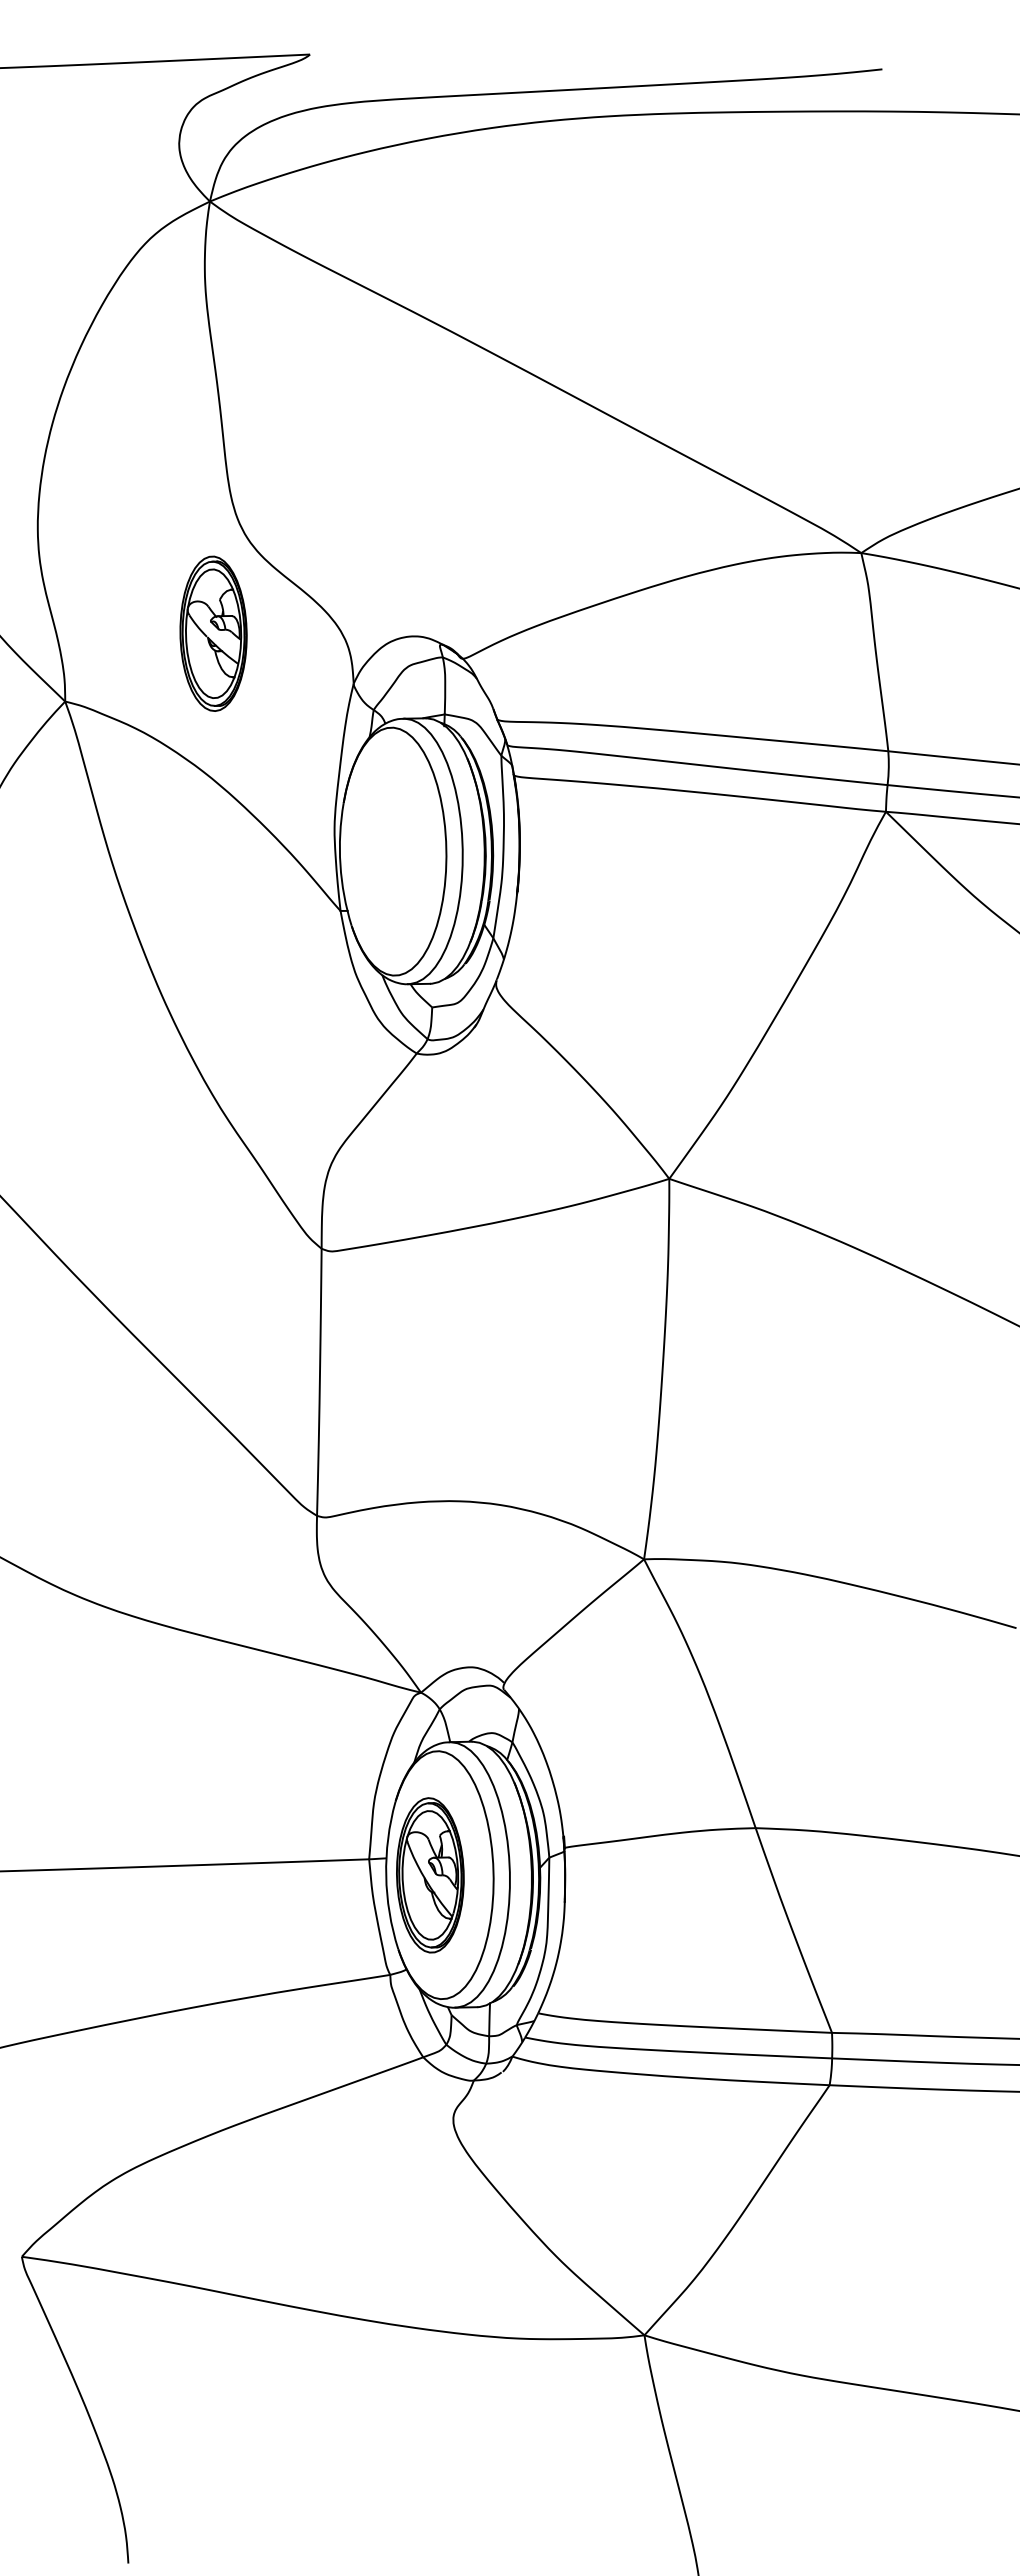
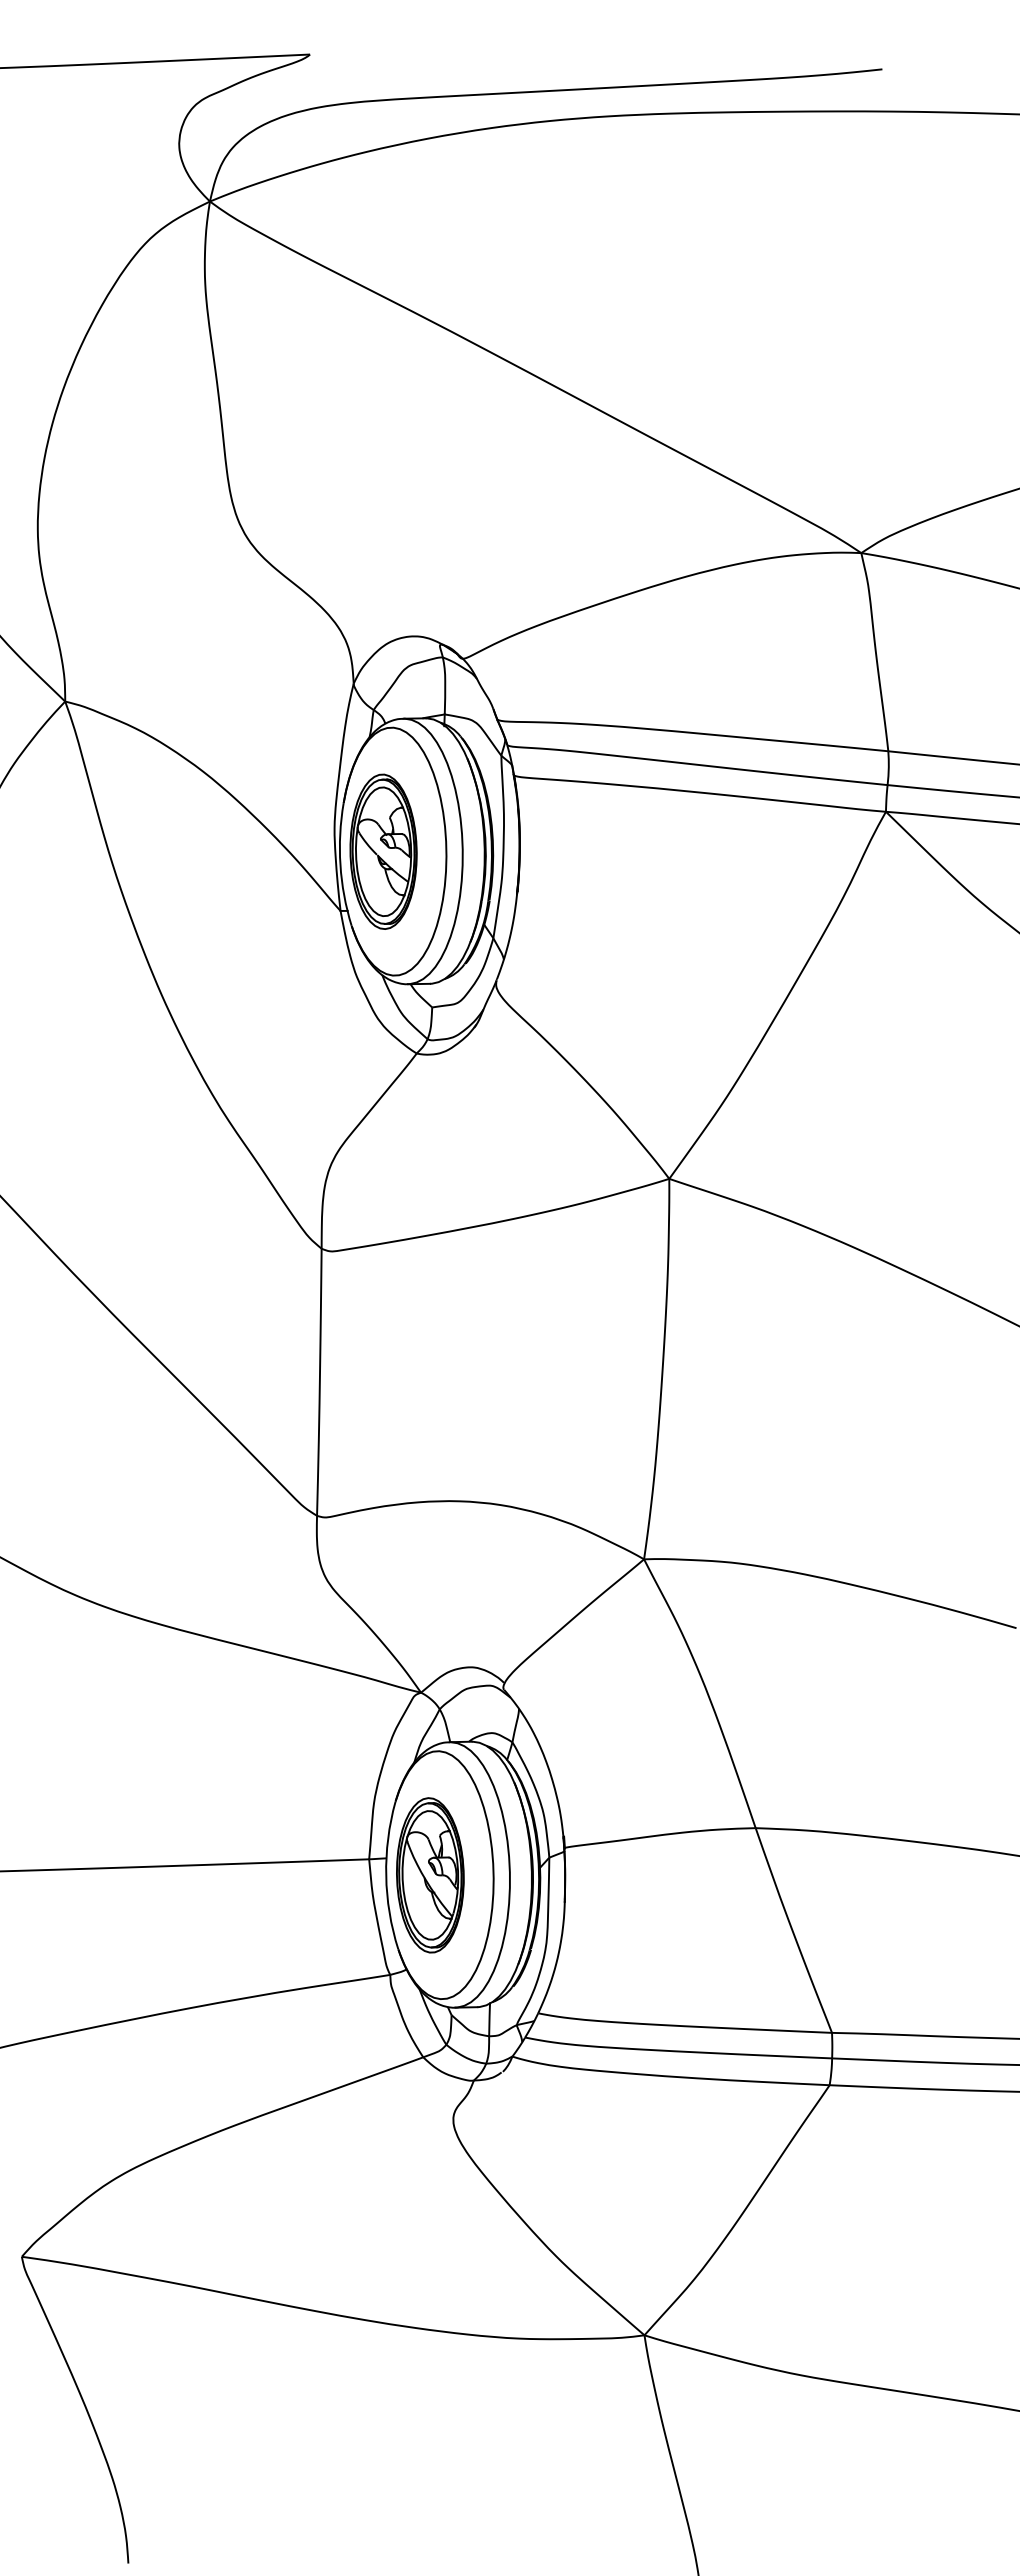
part at (213, 633) position: (213, 633) -> (383, 851)
